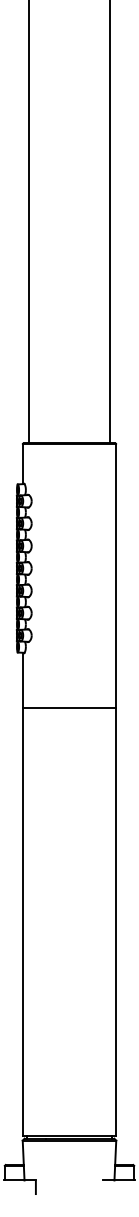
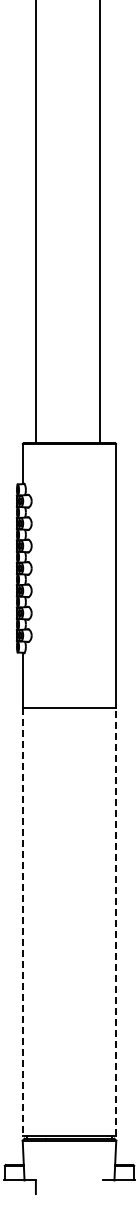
line at (28, 222) position: (28, 222) -> (35, 222)
line at (110, 222) position: (110, 222) -> (100, 222)
line at (22, 921): solid -> dashed
line at (116, 921): solid -> dashed
